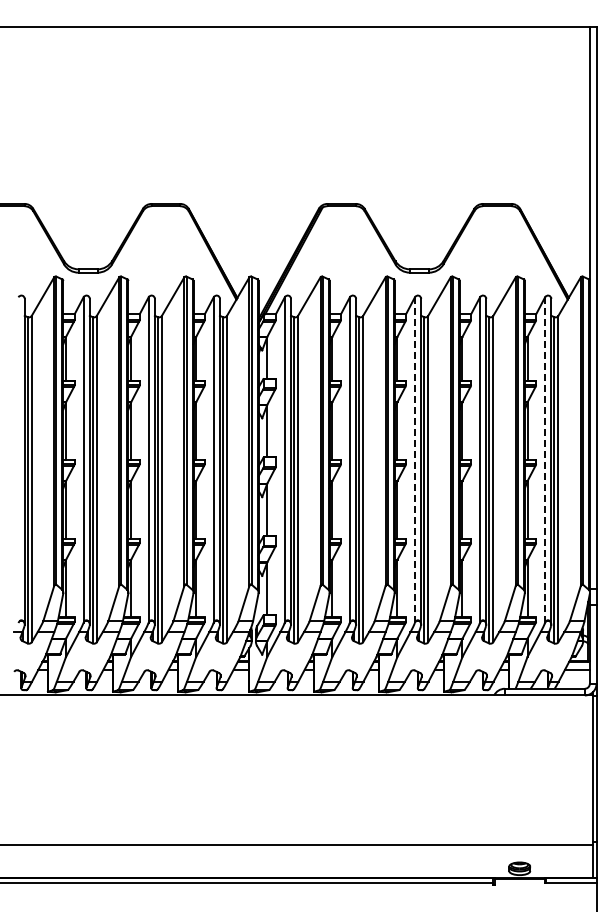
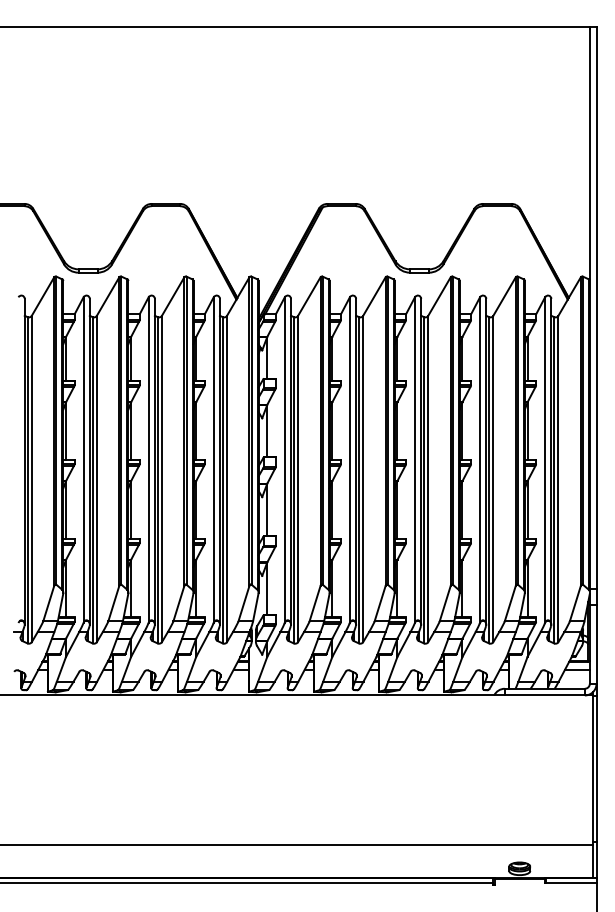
line at (414, 460): dashed -> solid
line at (545, 460): dashed -> solid
